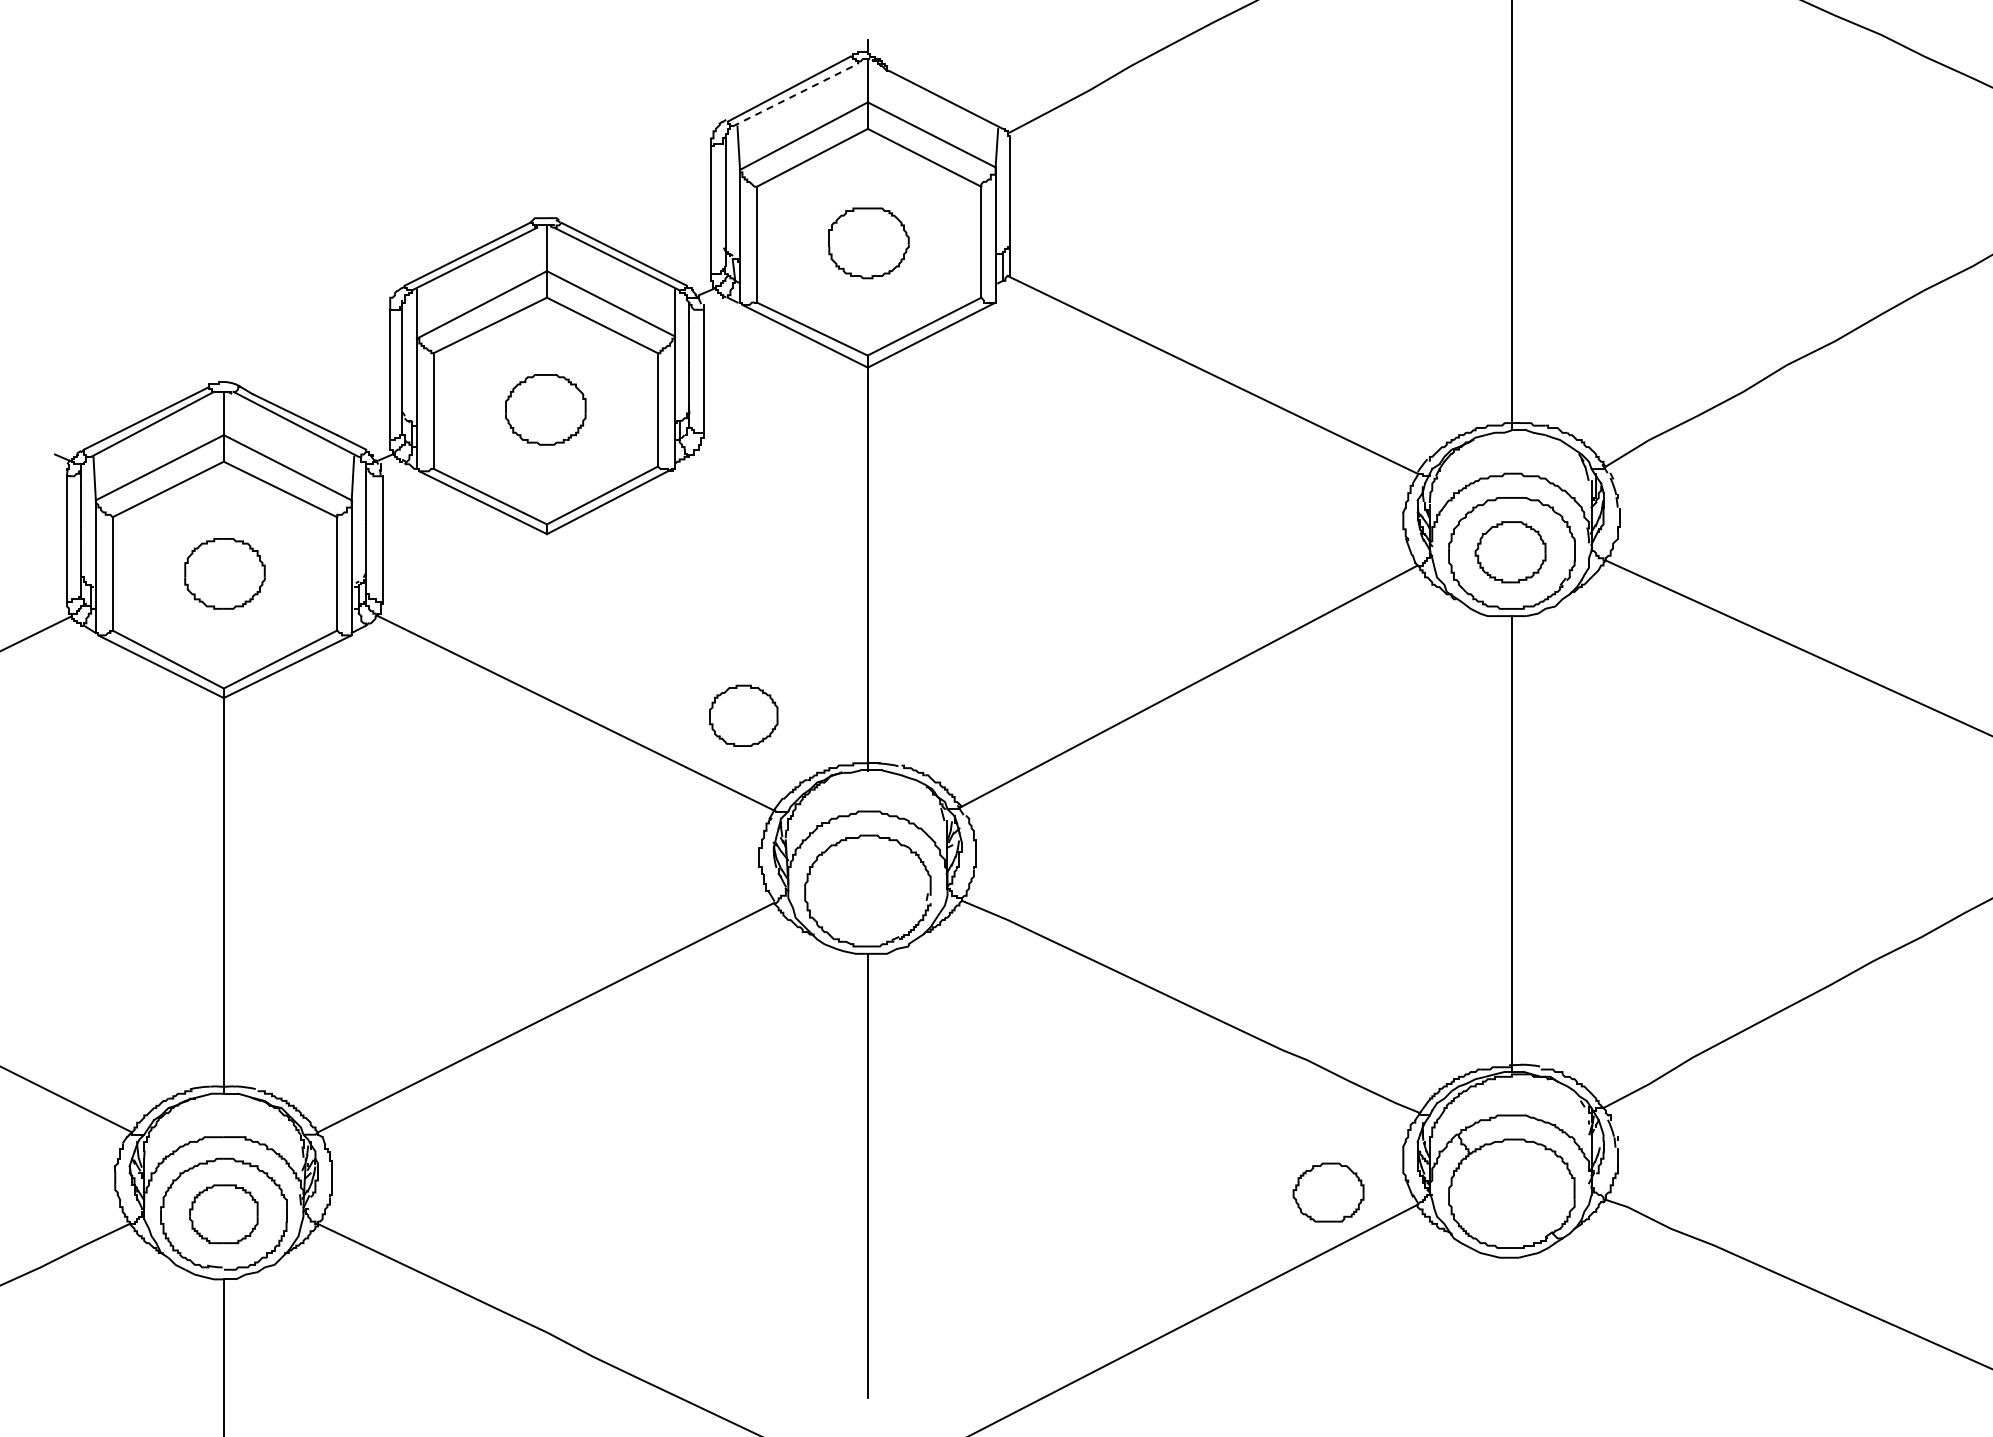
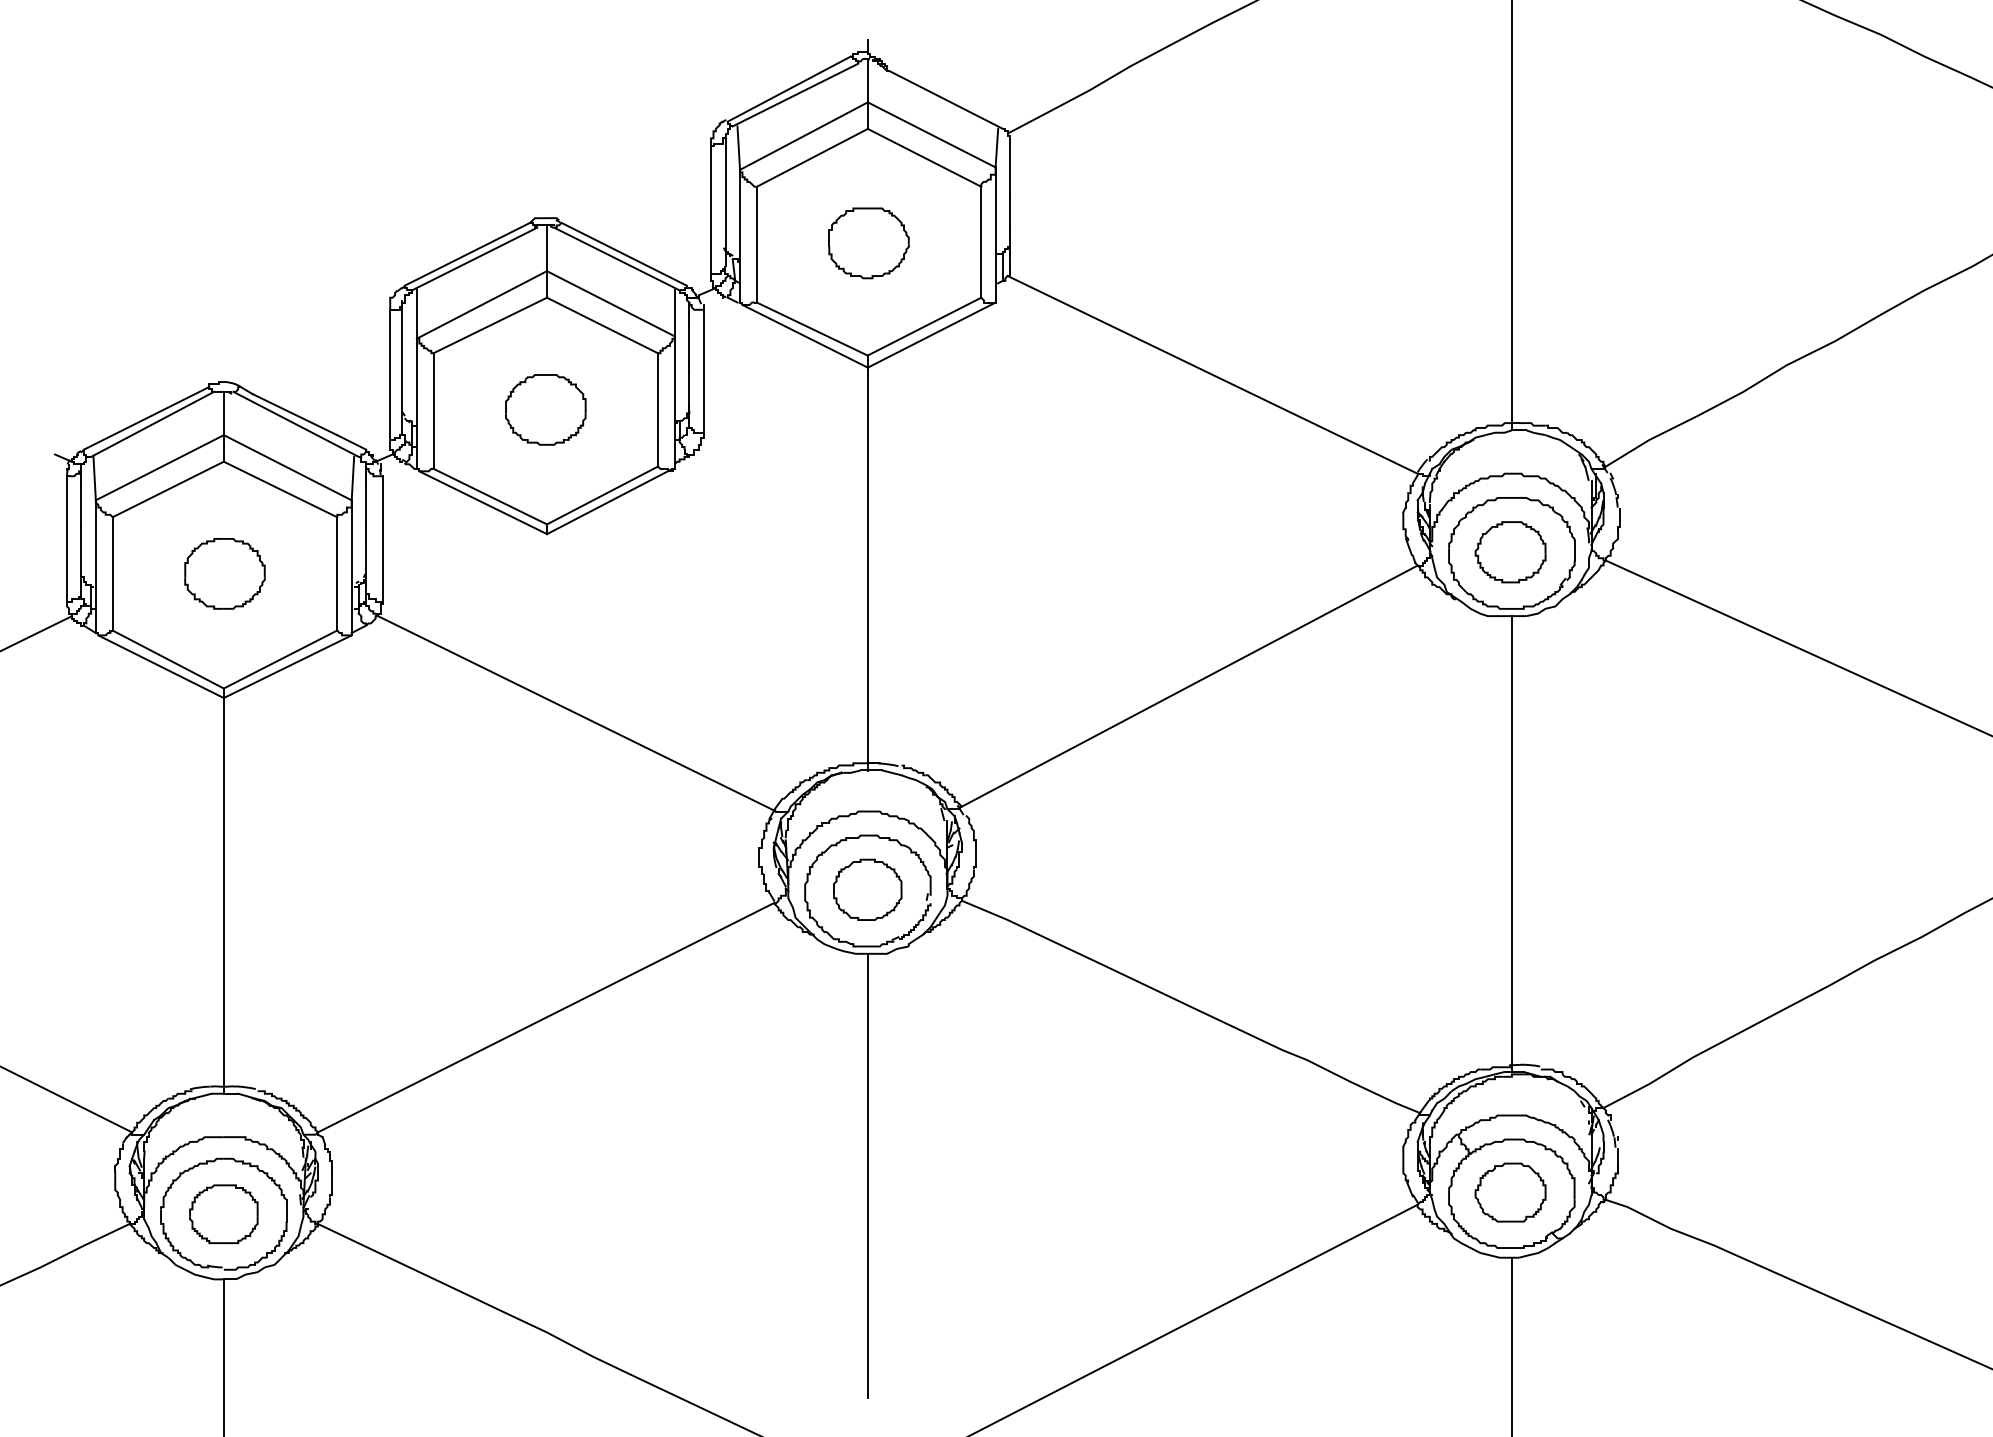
line at (795, 94): dashed -> solid
part at (743, 715) position: (743, 715) -> (867, 889)
part at (1328, 1192) position: (1328, 1192) -> (1510, 1192)
line at (1511, 1345): none -> present
